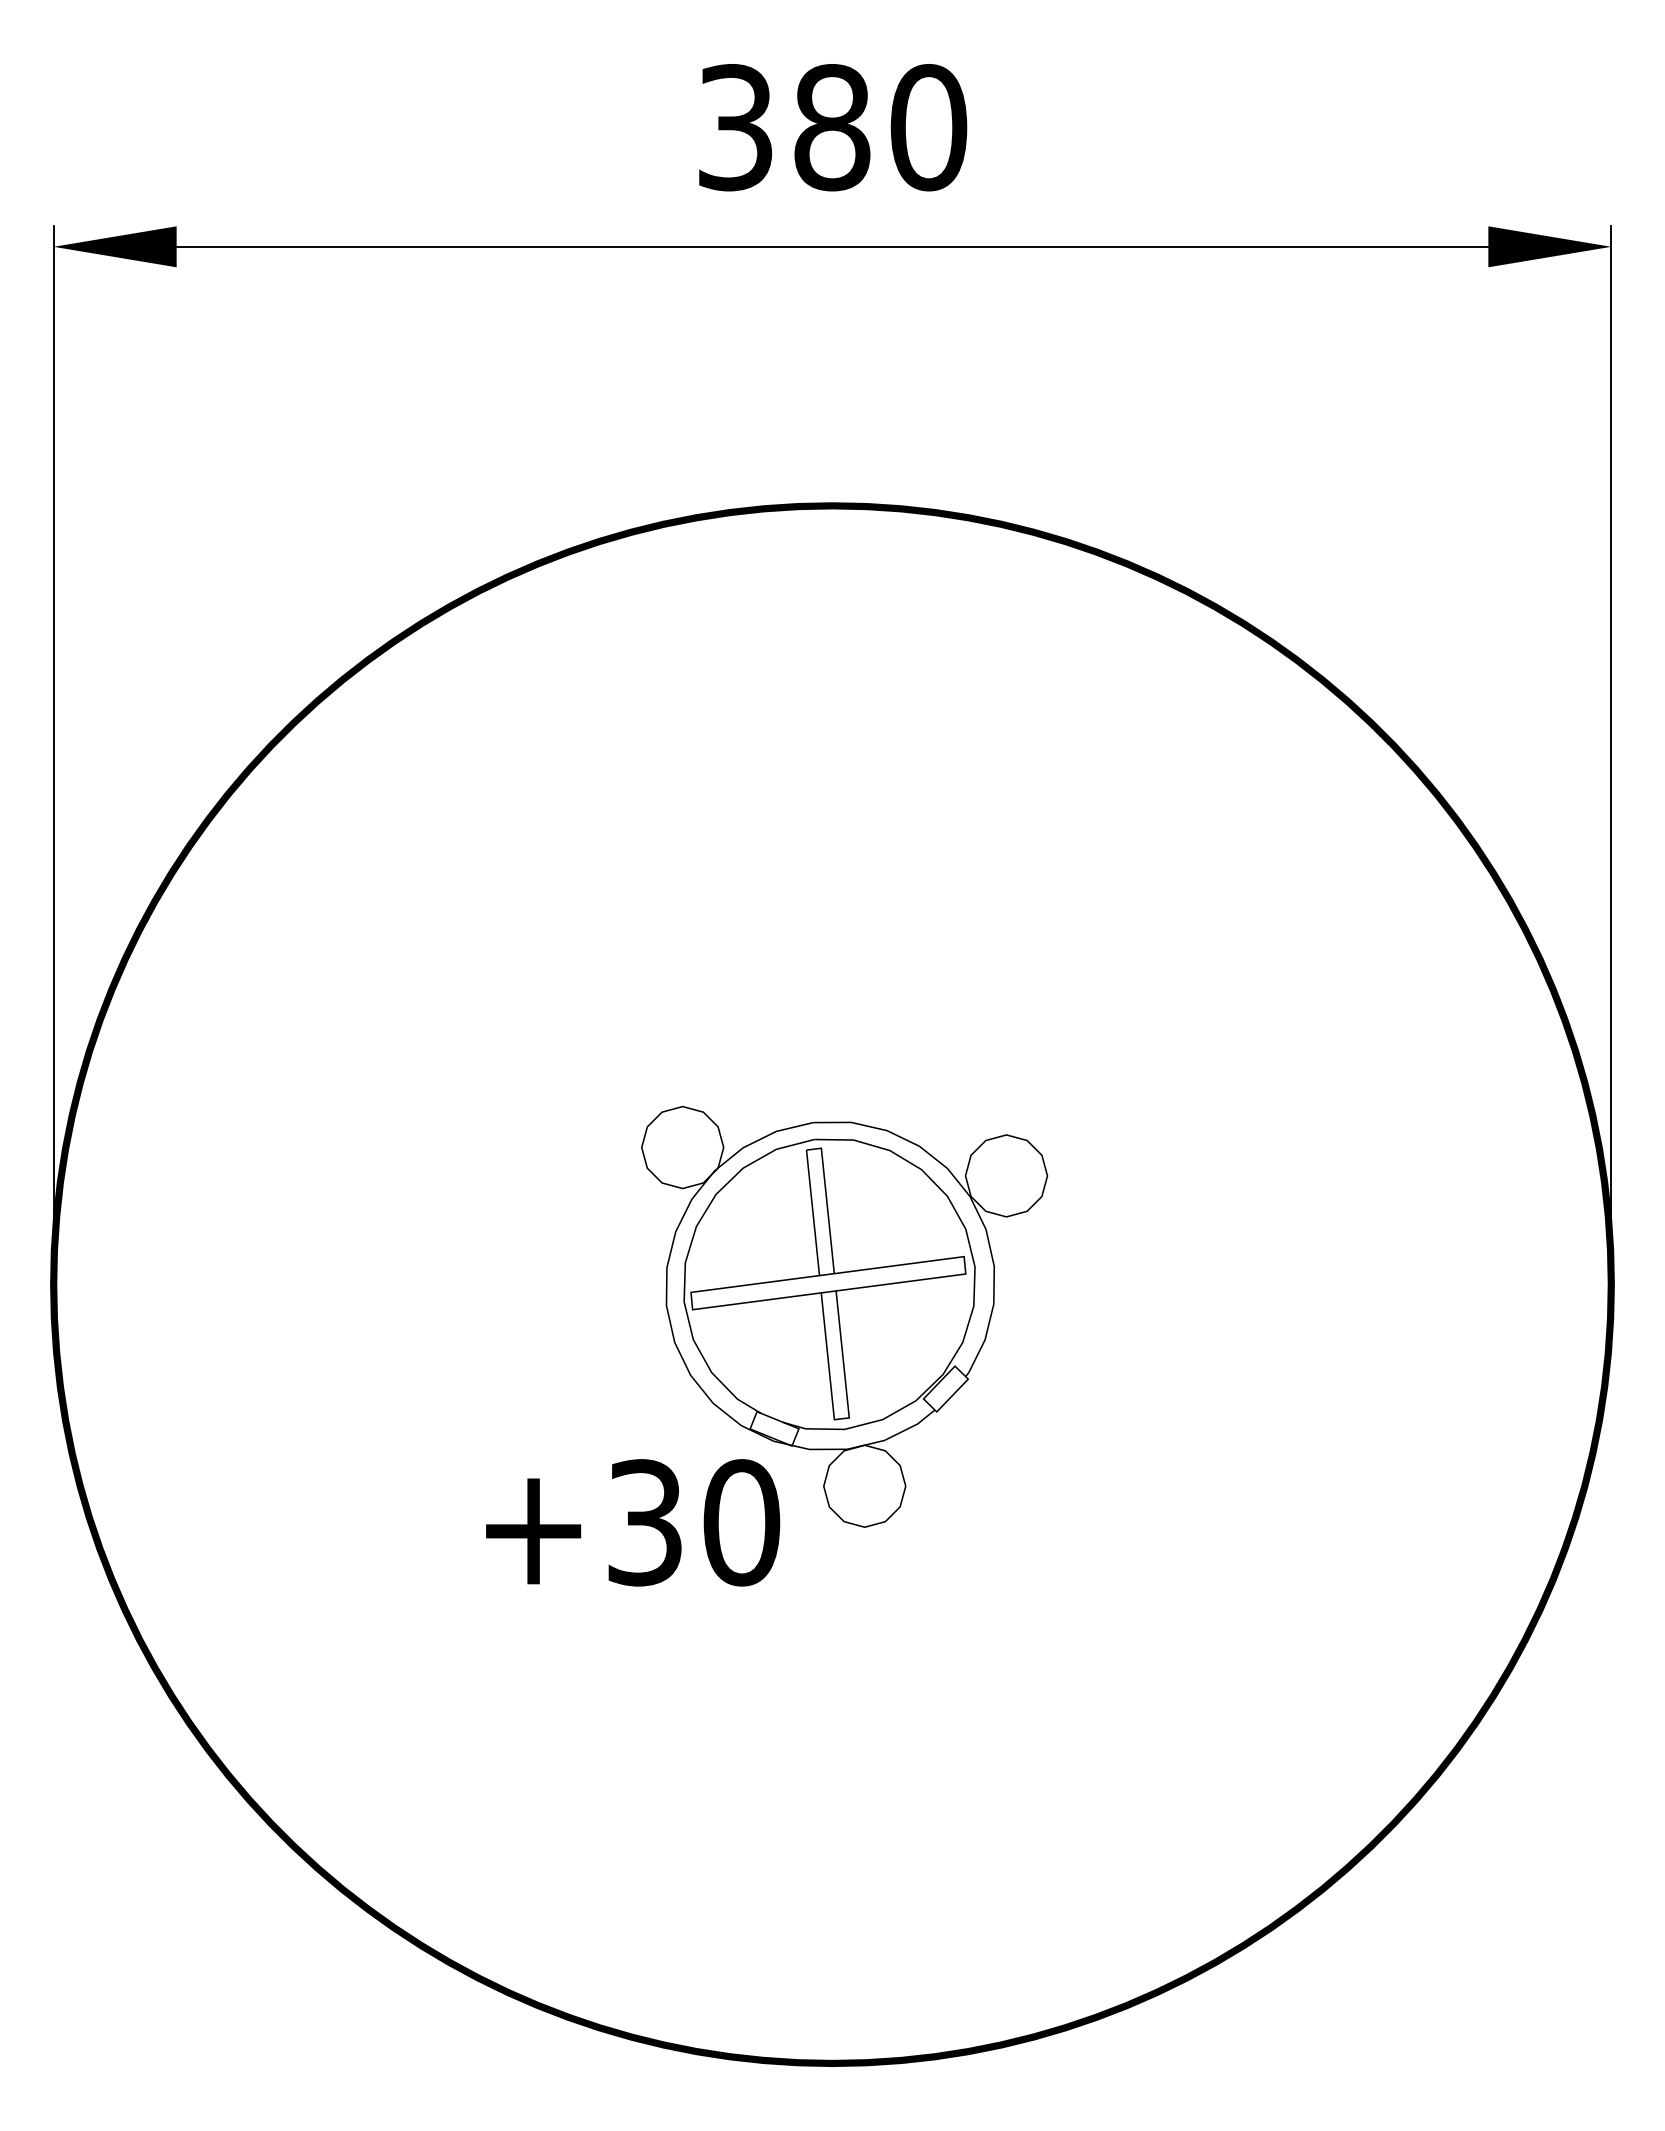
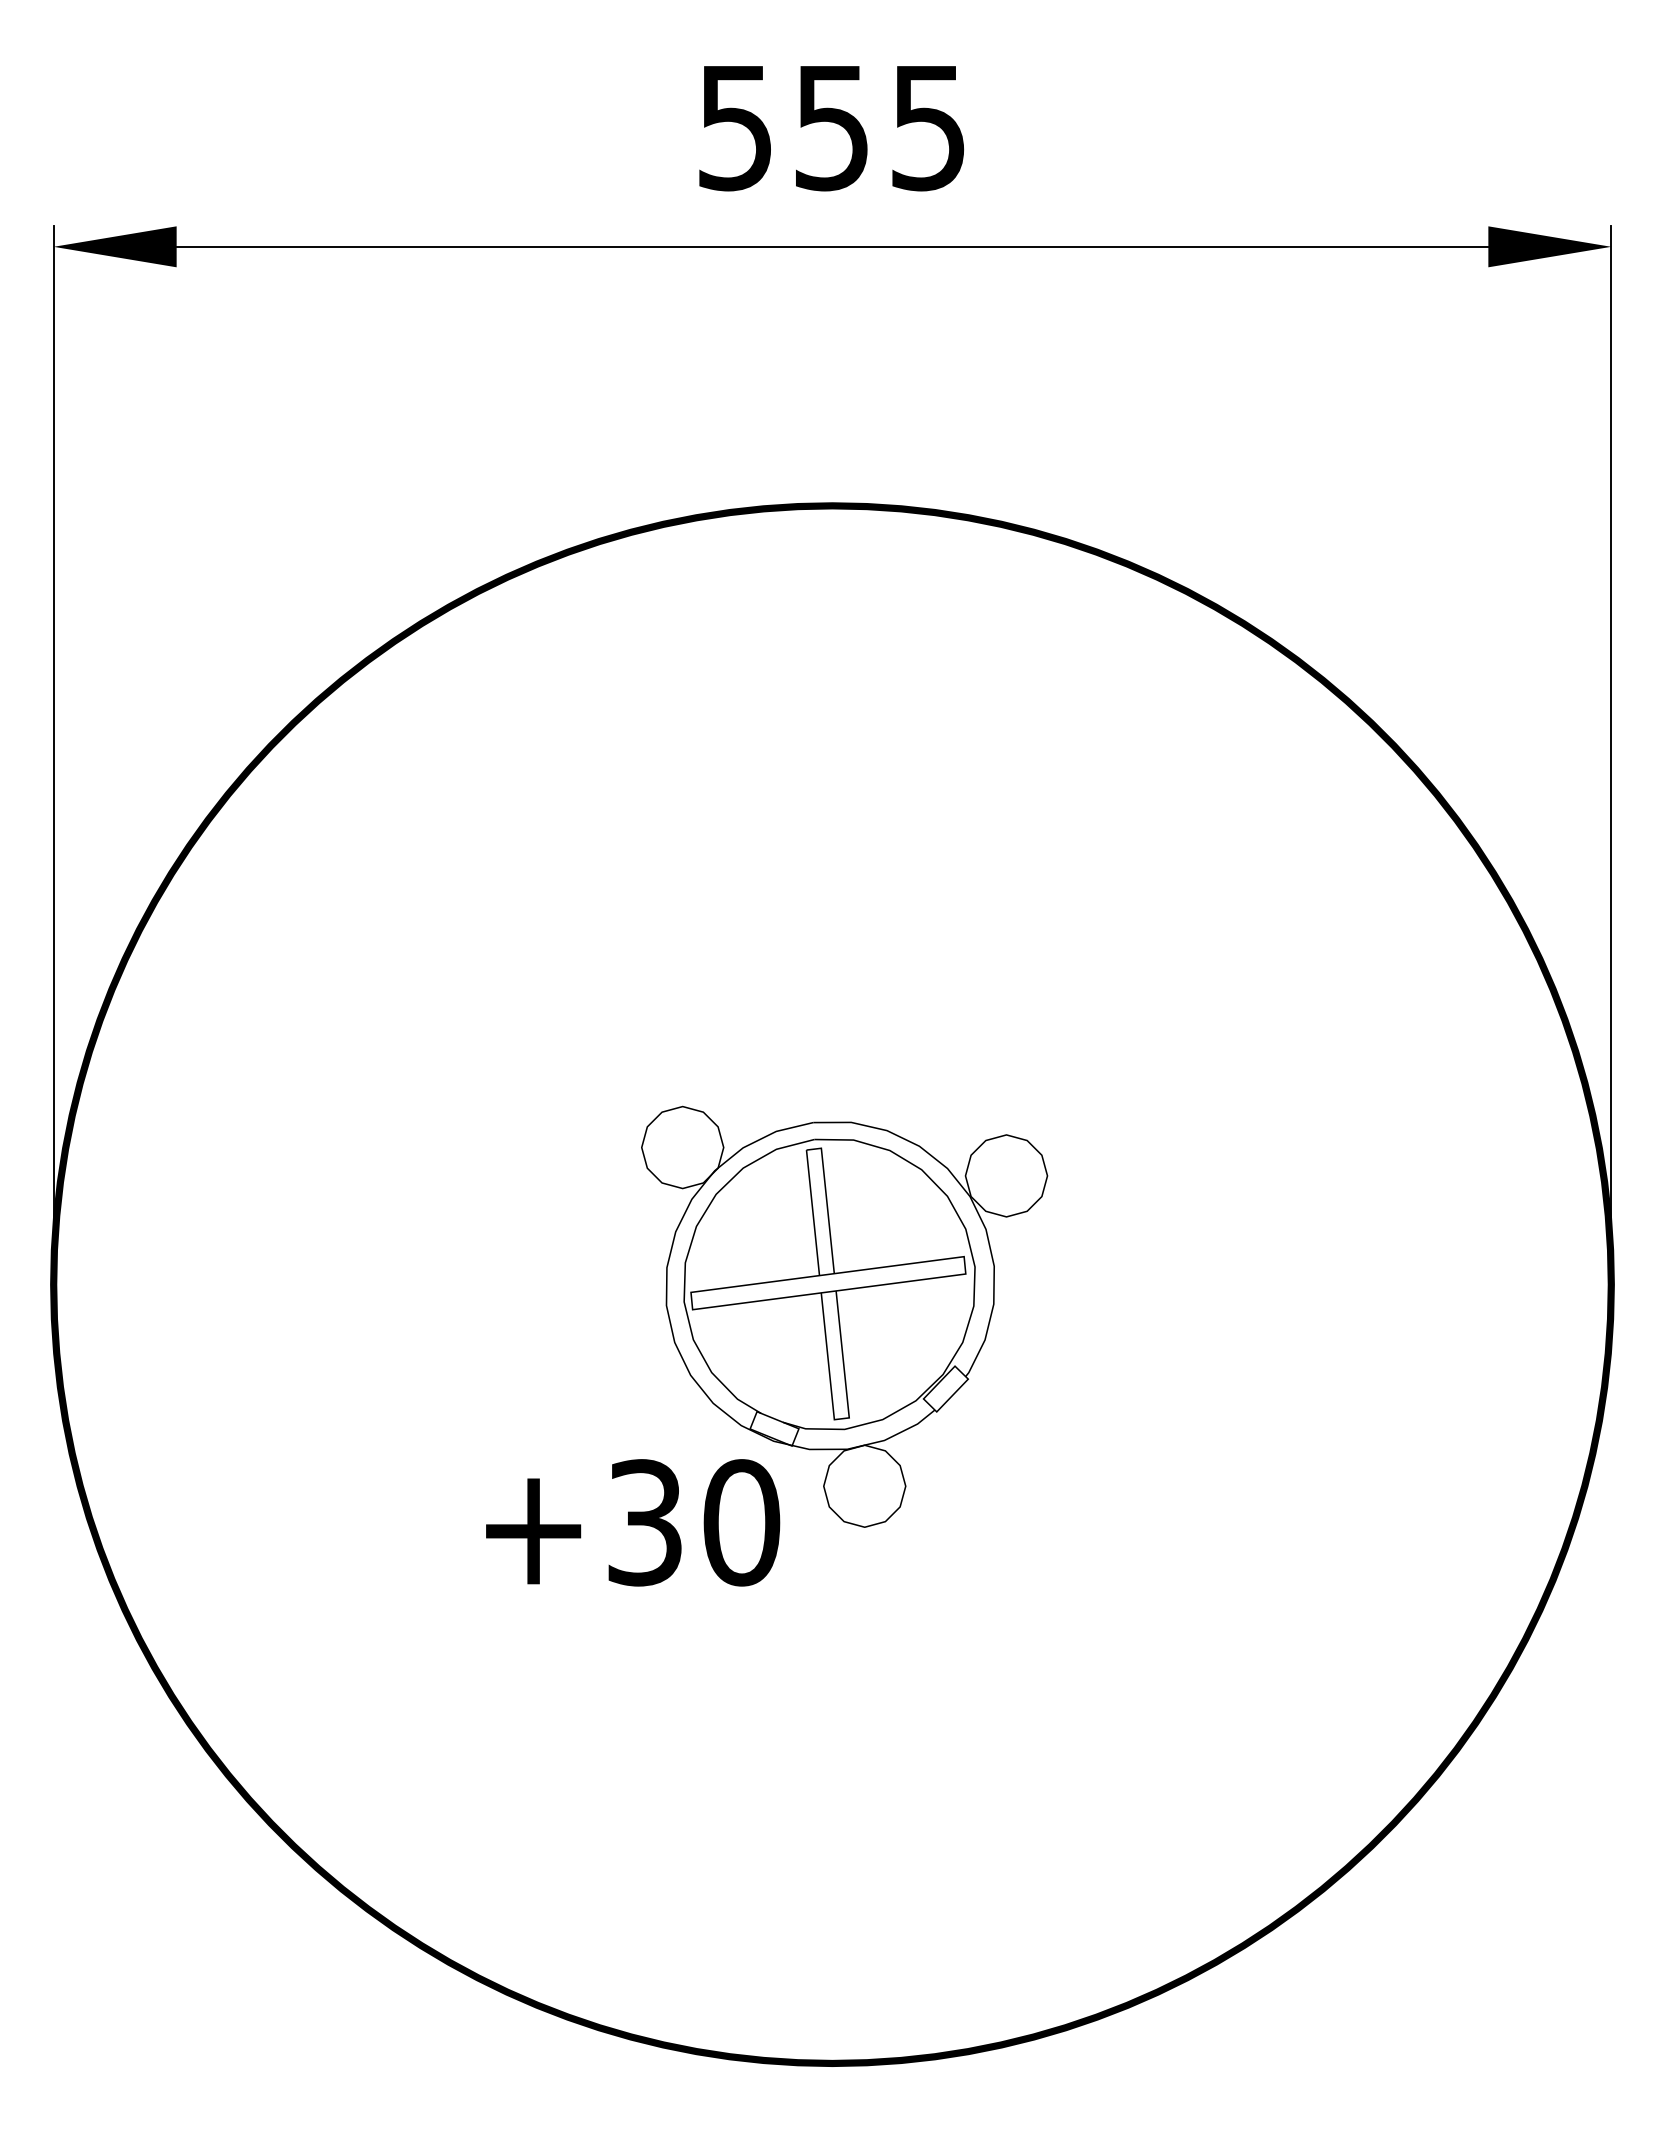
text at (833, 127): 380 -> 555
